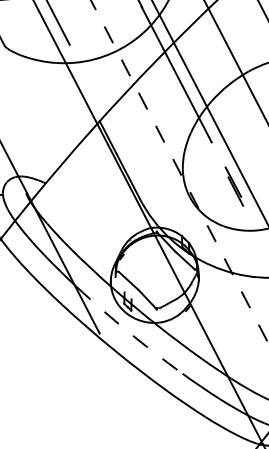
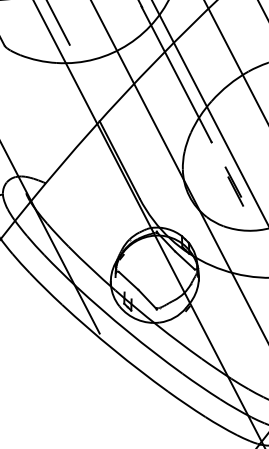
line at (179, 172): dashed -> solid
arc at (128, 331): dashed -> solid
